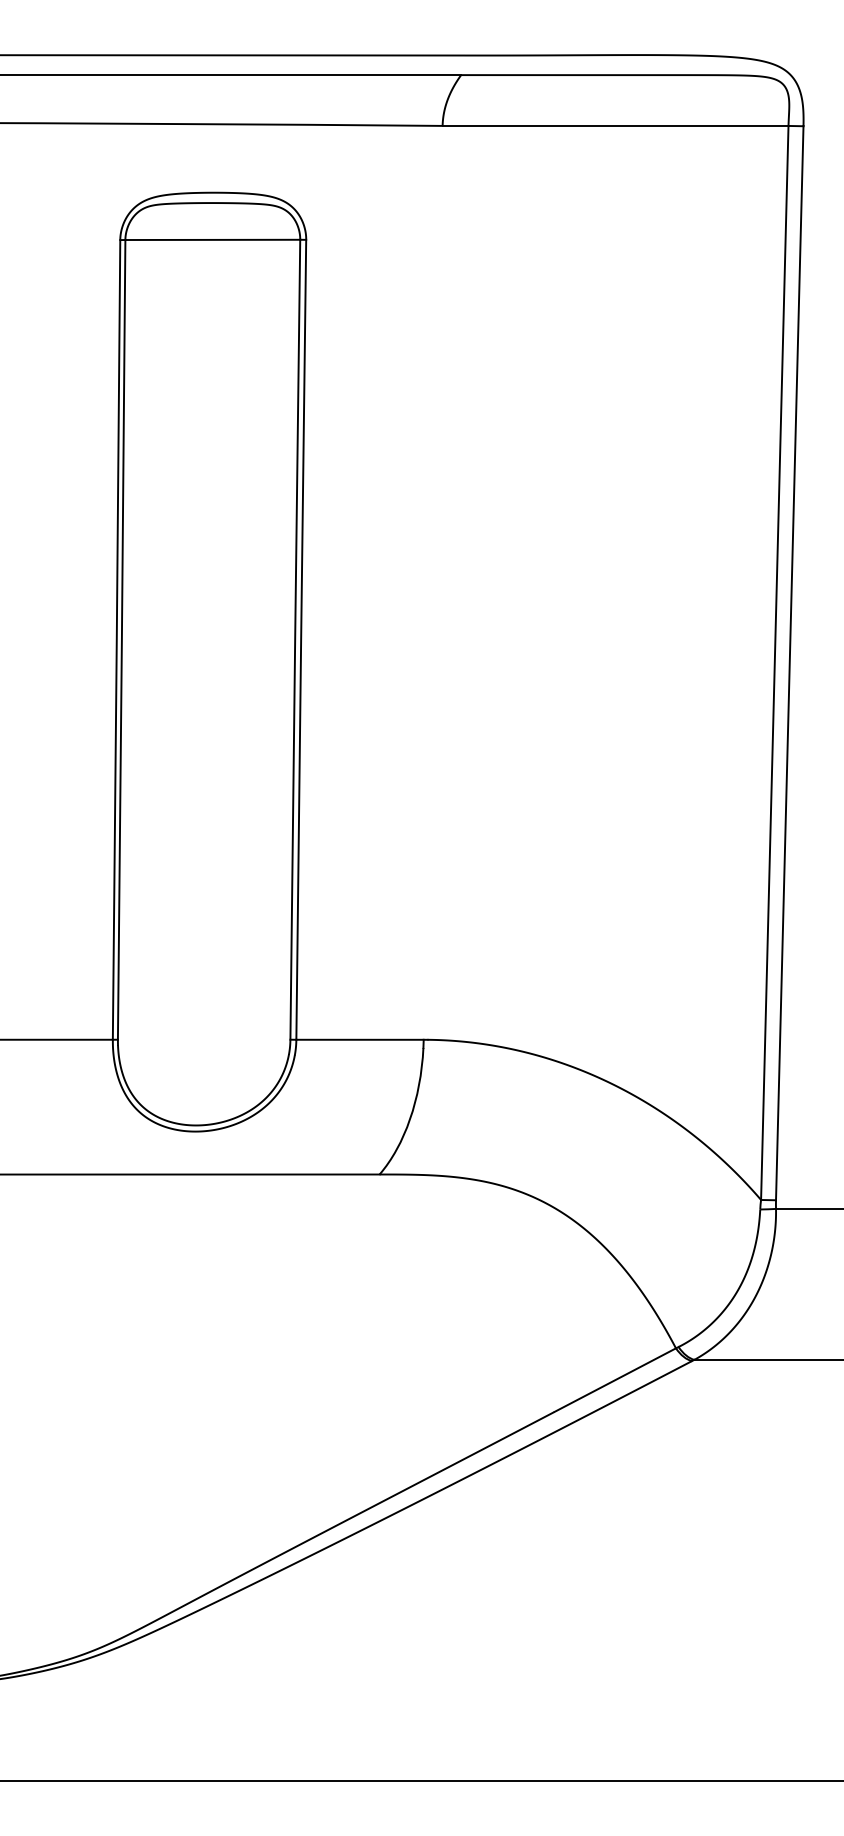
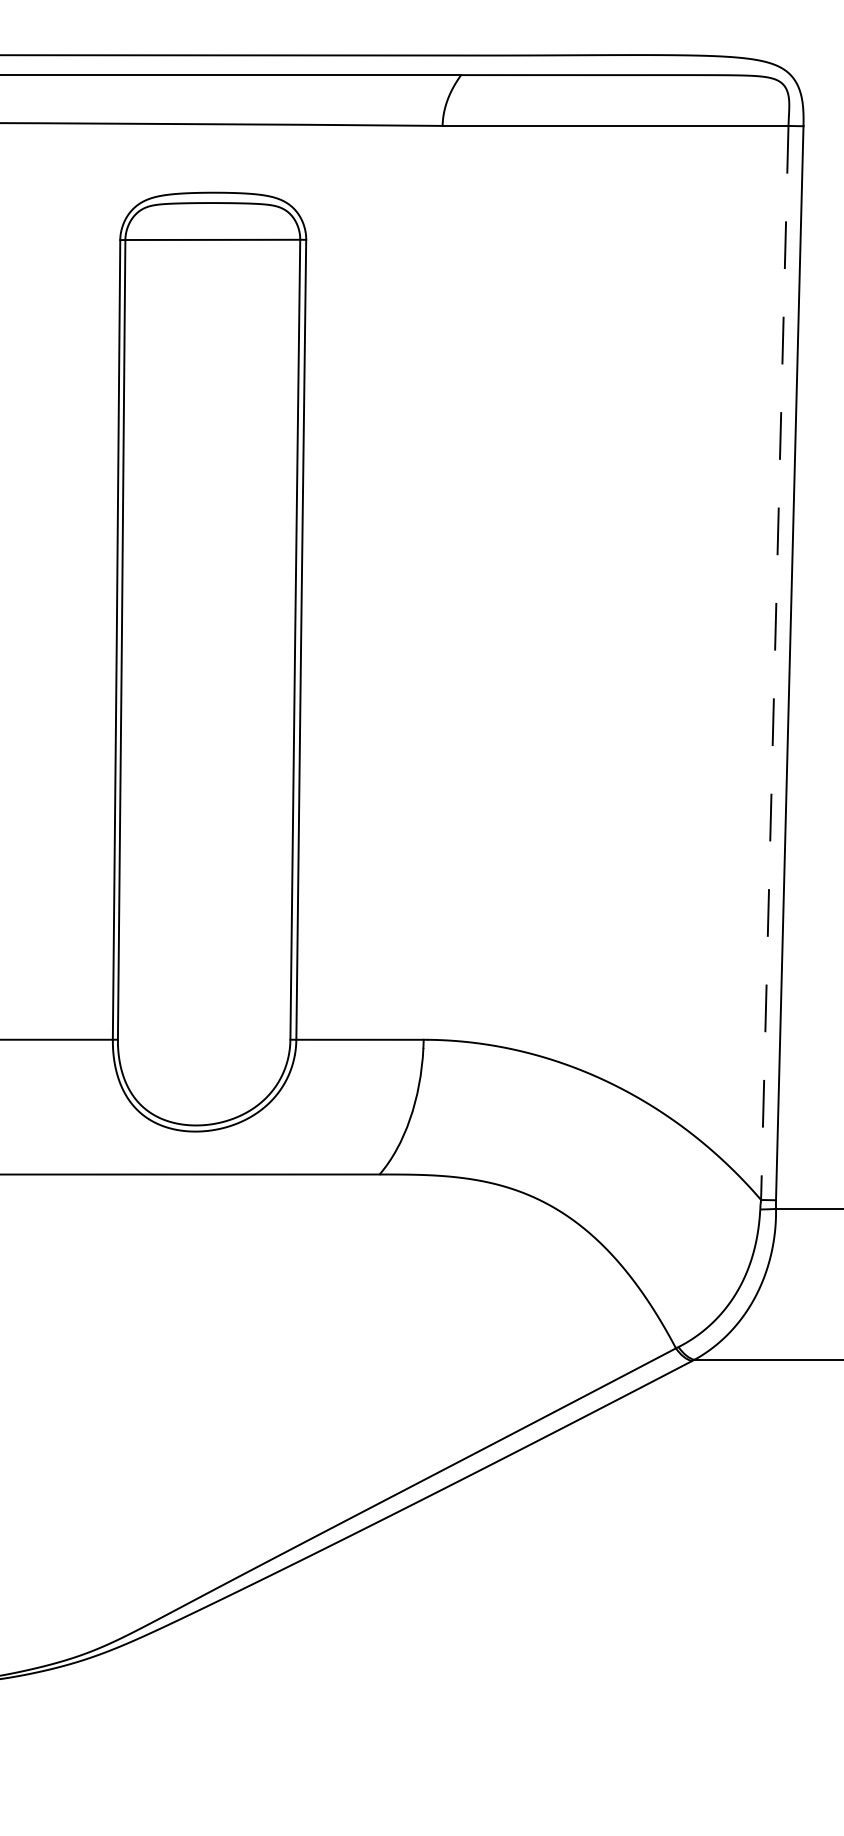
line at (774, 663): solid -> dashed
line at (421, 1780): present -> none
